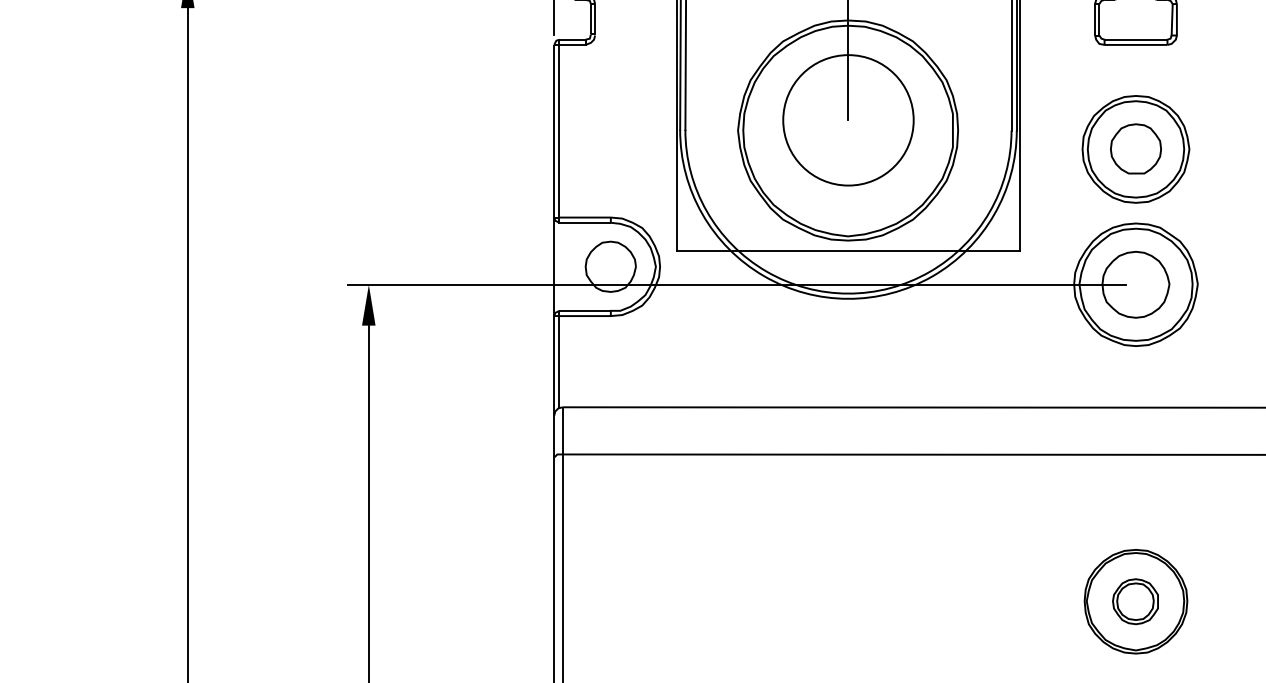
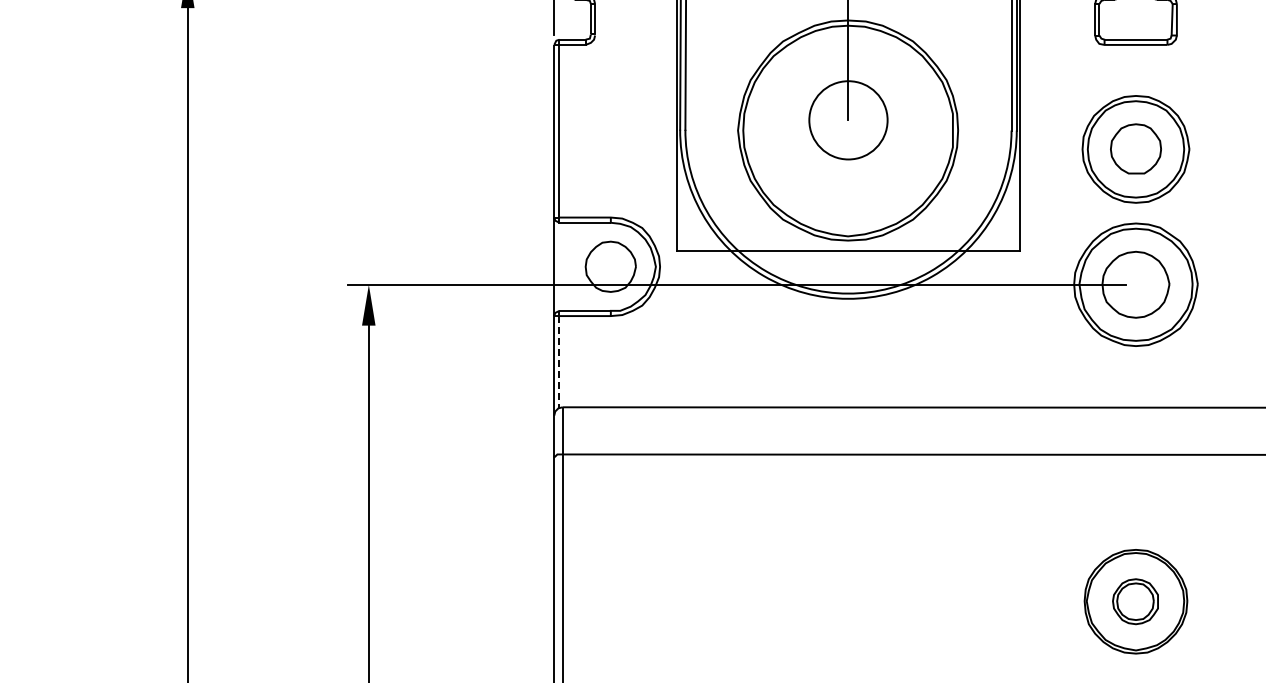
circle at (848, 120) diameter: 130 px -> 78 px
line at (559, 362): solid -> dashed
